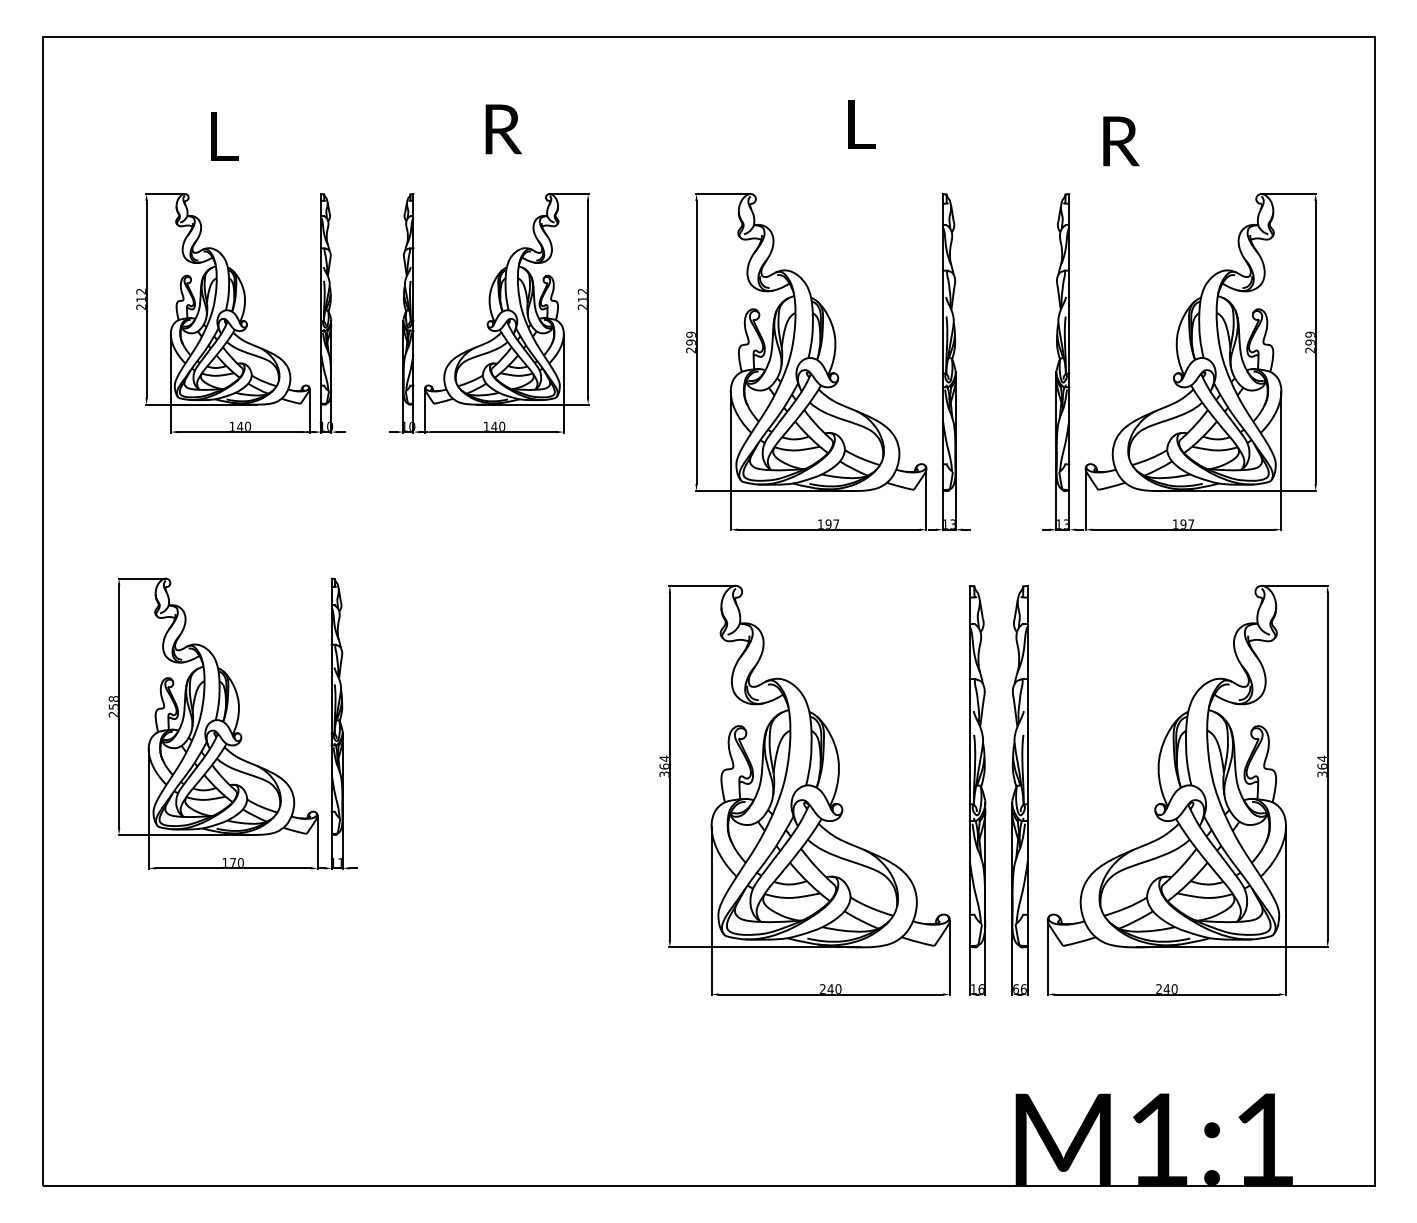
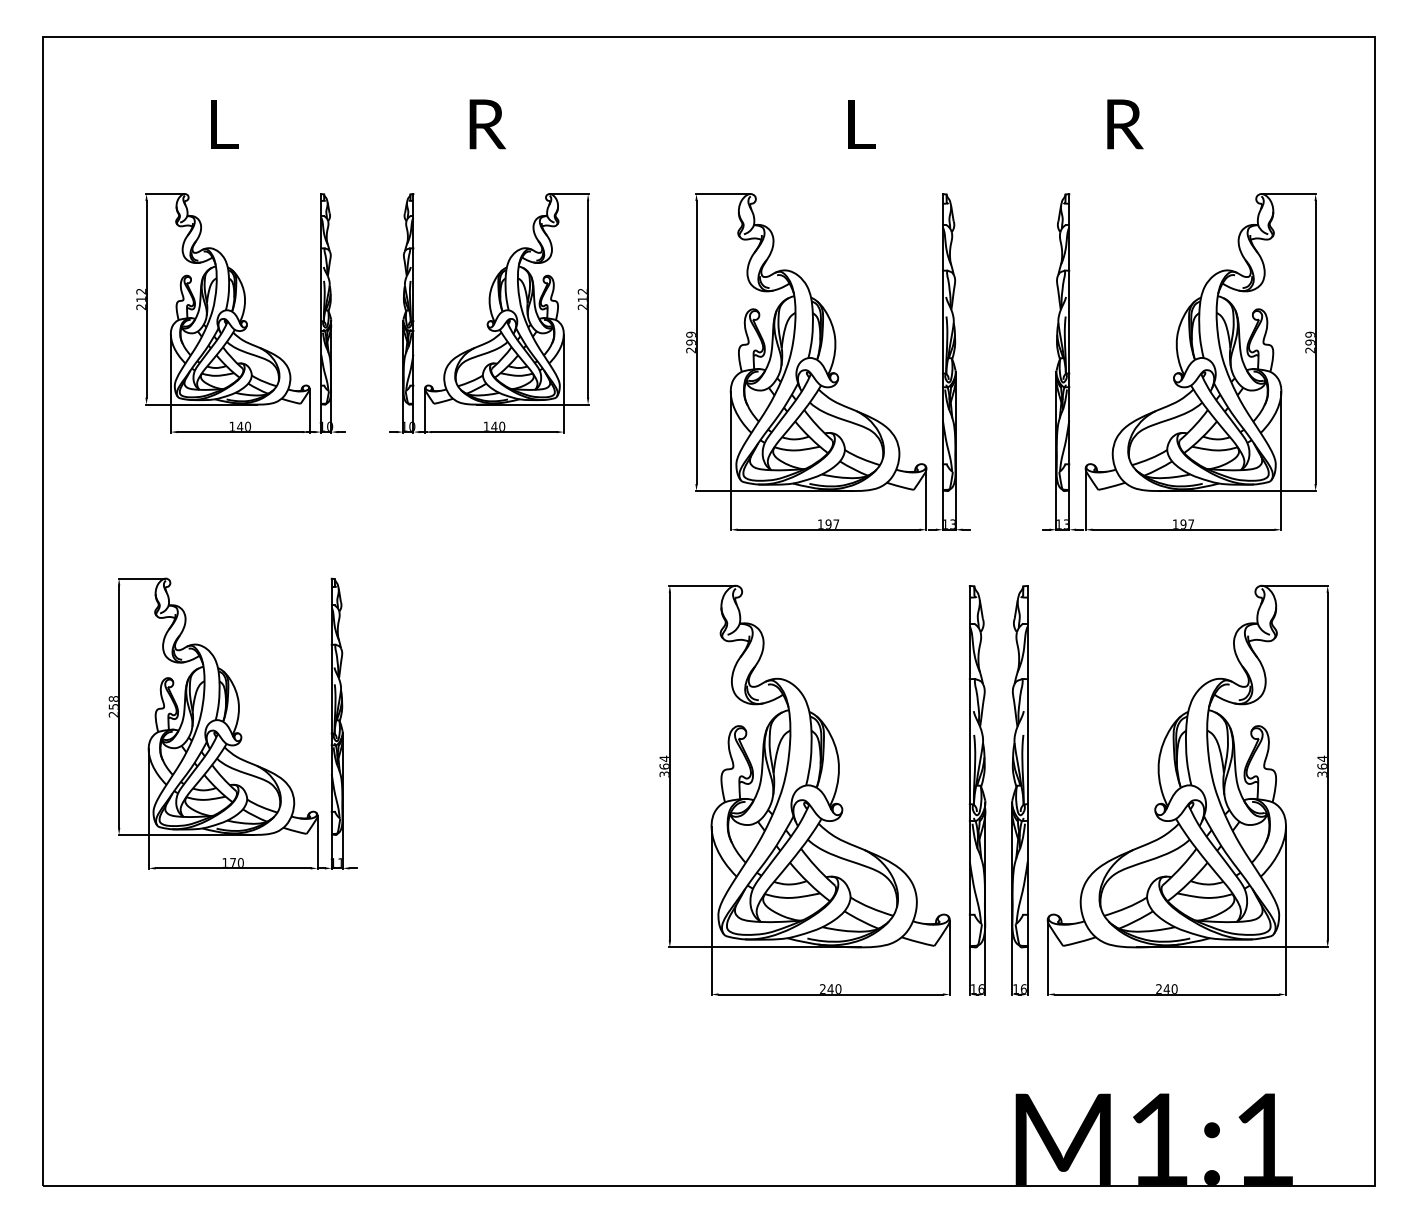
text at (503, 129) position: (503, 129) -> (487, 124)
text at (224, 136) position: (224, 136) -> (224, 124)
text at (1121, 141) position: (1121, 141) -> (1125, 124)
text at (1016, 988): 66 -> 16
